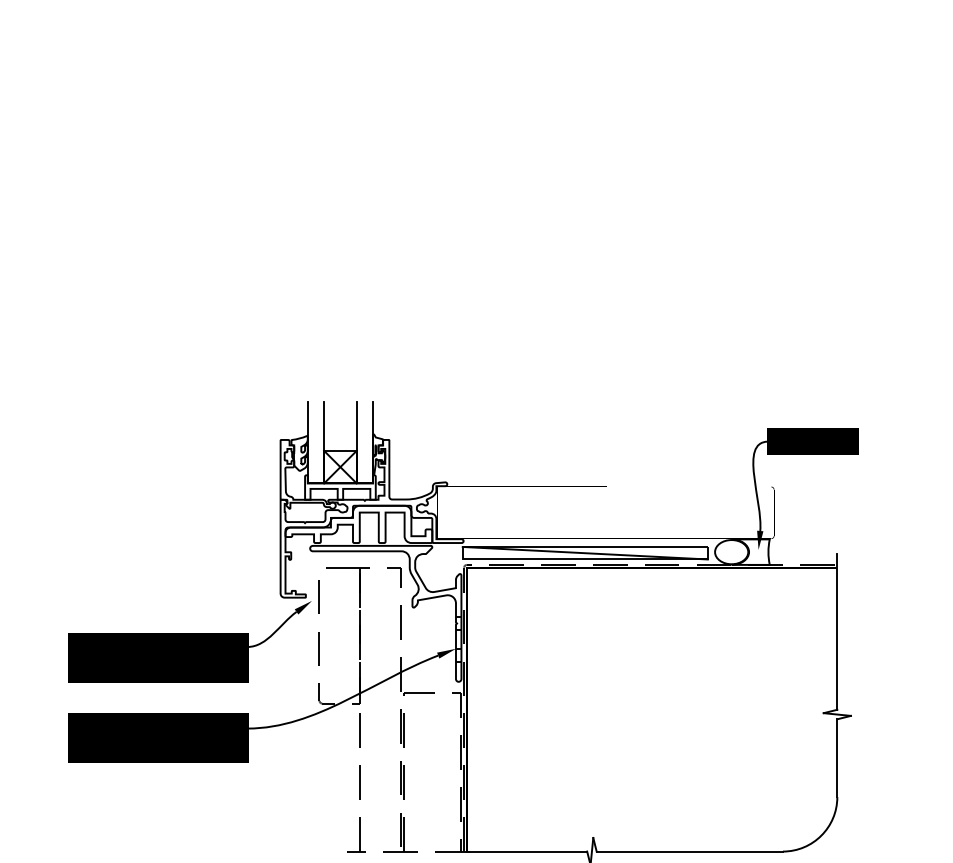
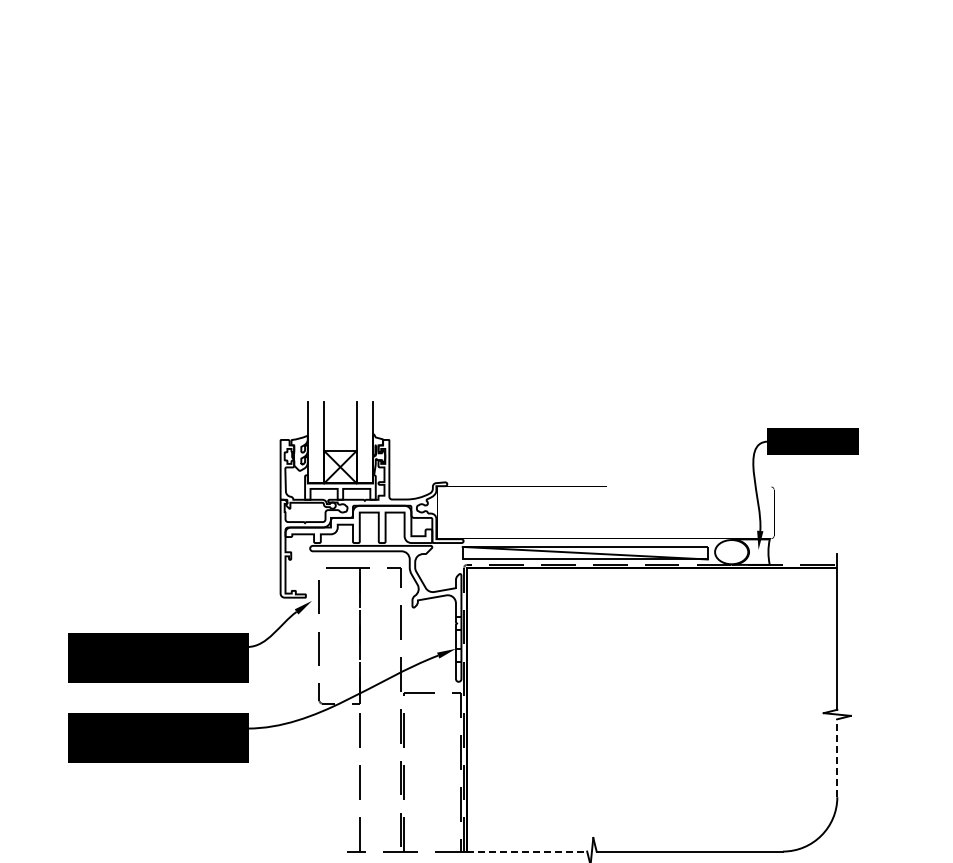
line at (837, 758): solid -> dashed
line at (527, 851): solid -> dashed
